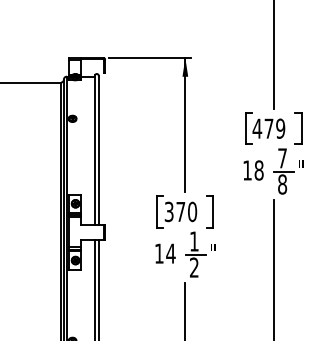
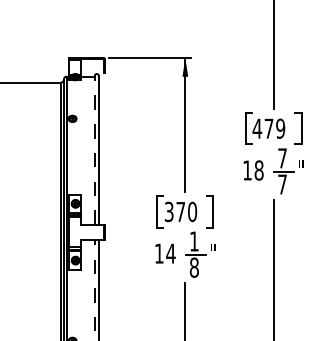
line at (94, 150): solid -> dashed
text at (282, 184): 8 -> 7
text at (193, 267): 2 -> 8
line at (94, 289): solid -> dashed
